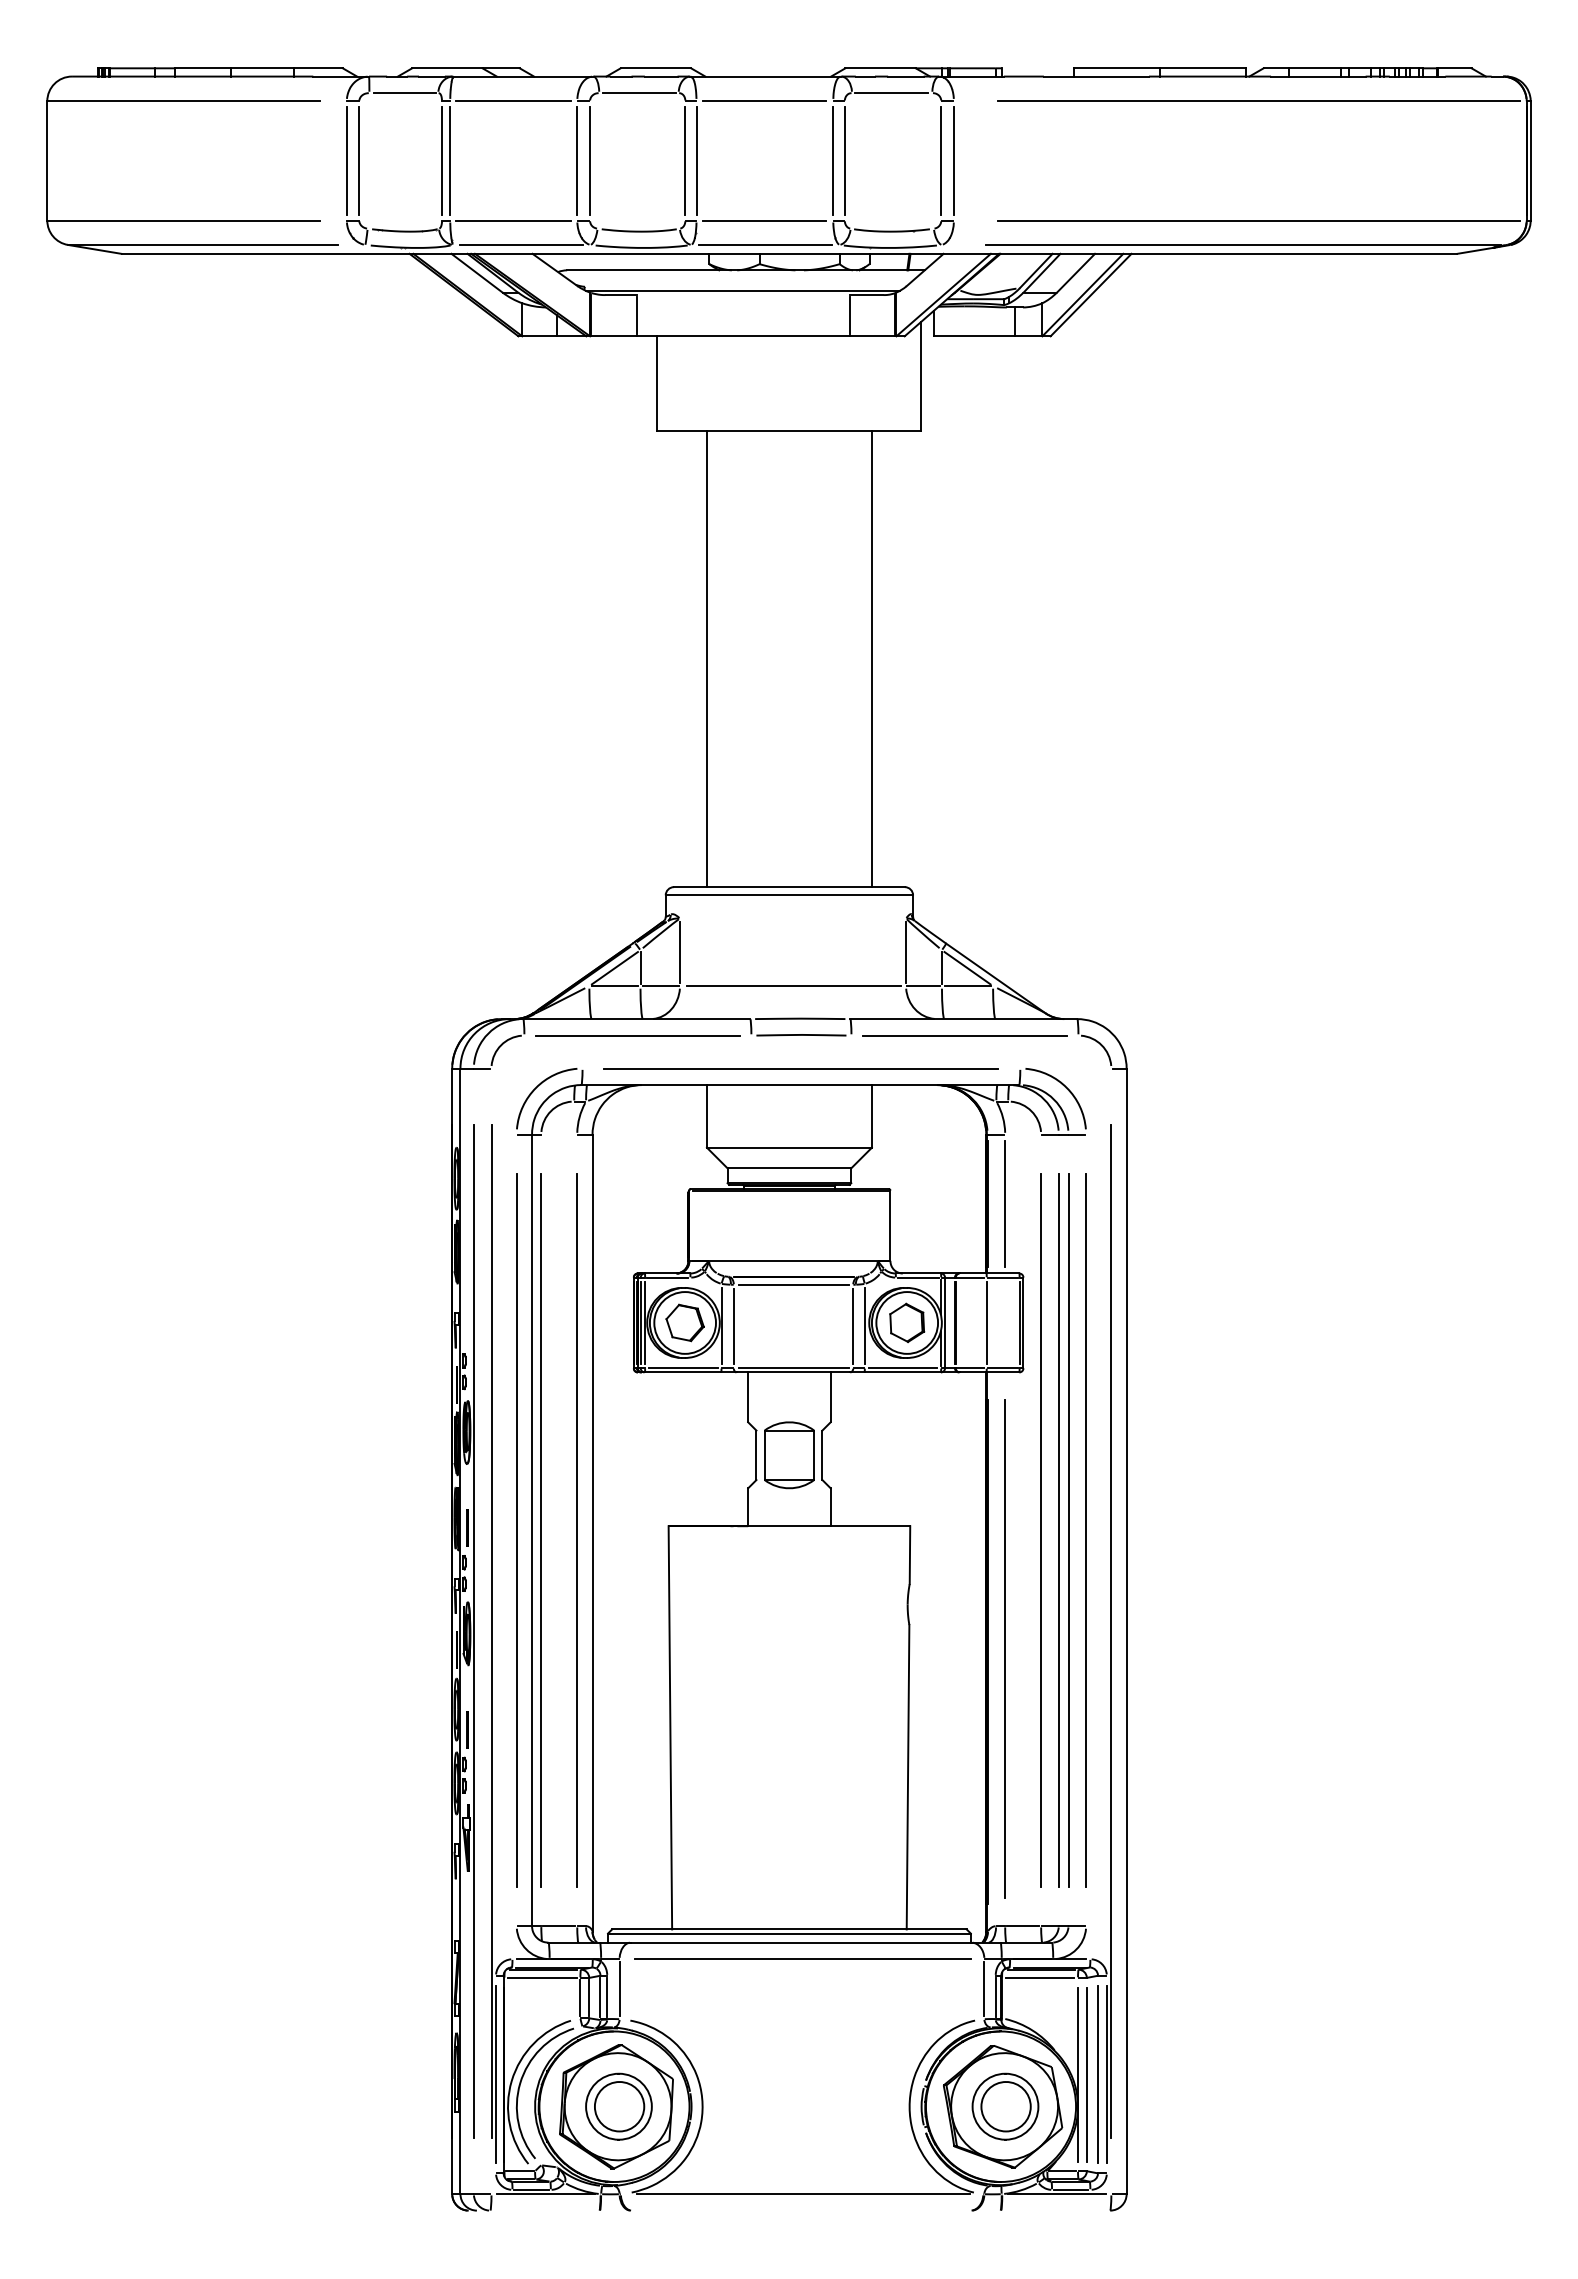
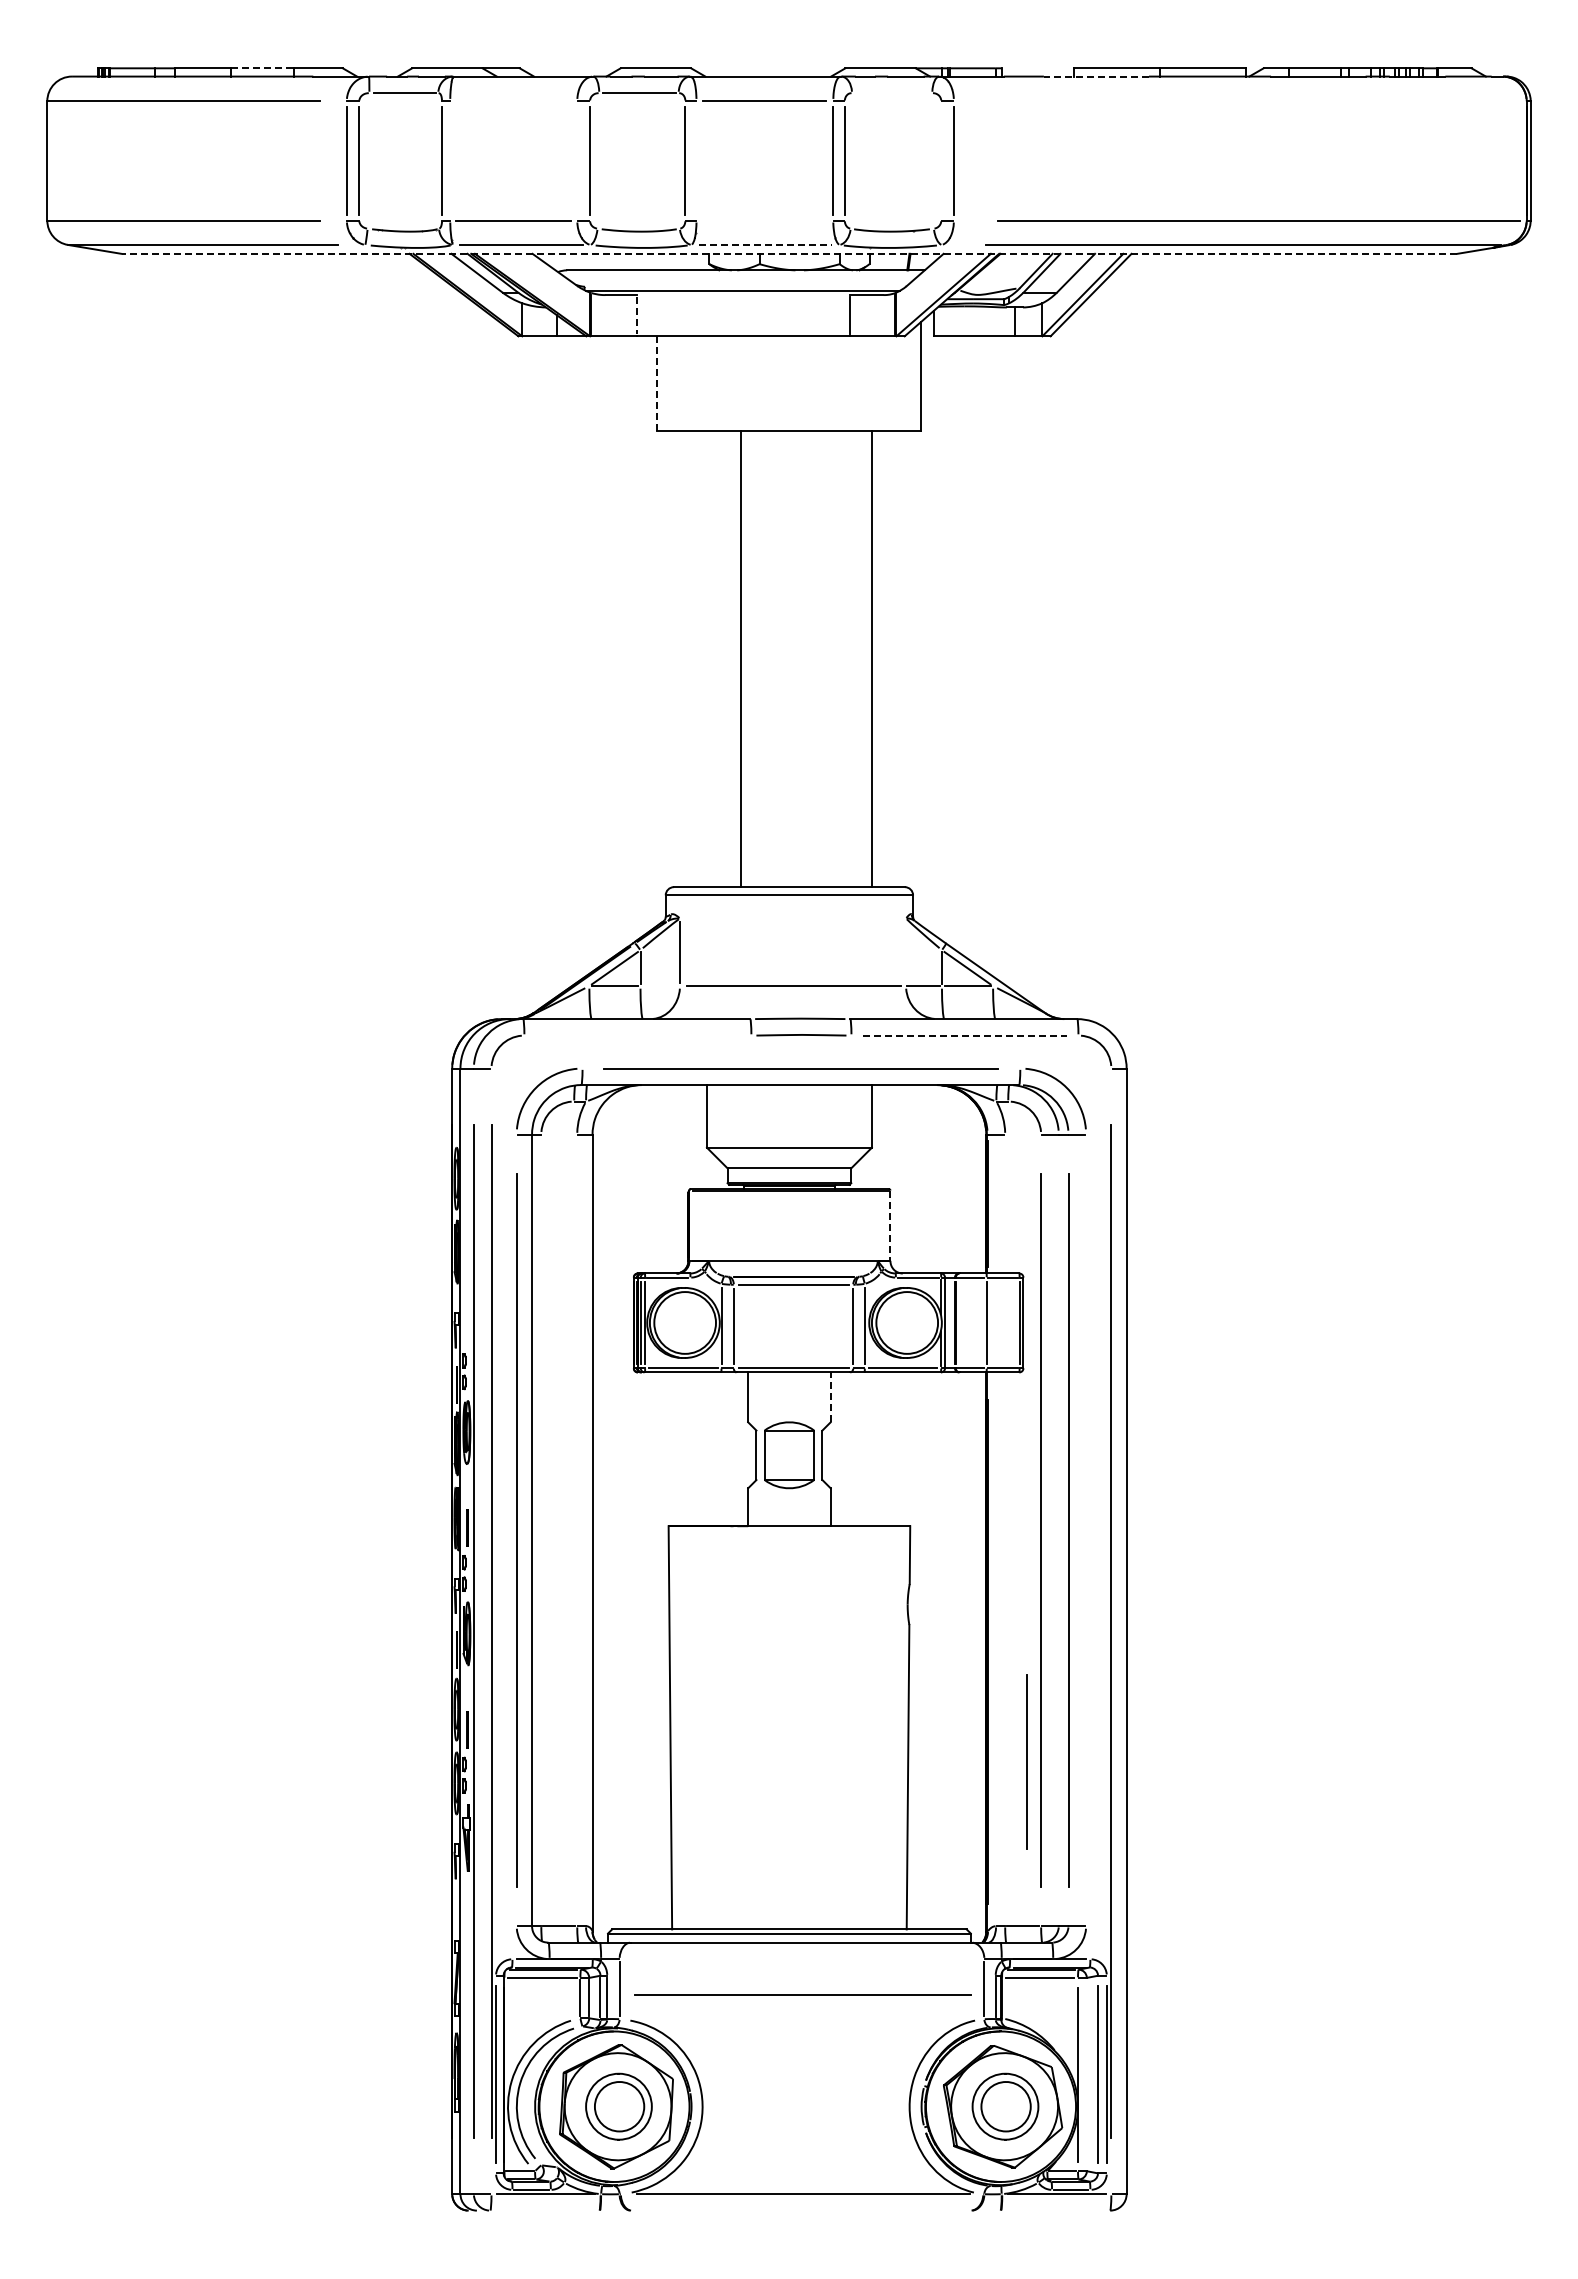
line at (262, 68): solid -> dashed
line at (1096, 76): solid -> dashed
line at (891, 93): present -> none
line at (513, 101): present -> none
line at (1259, 101): present -> none
line at (450, 160): present -> none
line at (577, 160): present -> none
line at (696, 160): present -> none
line at (941, 160): present -> none
line at (764, 220): present -> none
line at (765, 244): solid -> dashed
line at (789, 253): solid -> dashed
line at (637, 315): solid -> dashed
line at (657, 383): solid -> dashed
line at (706, 659) position: (706, 659) -> (740, 659)
line at (906, 951): present -> none
line at (660, 986): present -> none
line at (637, 1035): present -> none
line at (965, 1035): solid -> dashed
line at (1005, 1203): present -> none
line at (890, 1226): solid -> dashed
part at (684, 1322): present -> none
part at (907, 1322): present -> none
line at (830, 1397): solid -> dashed
line at (541, 1530): present -> none
line at (577, 1530): present -> none
line at (1058, 1530): present -> none
line at (1085, 1530): present -> none
line at (1005, 1649): present -> none
line at (802, 1958) position: (802, 1958) -> (802, 1994)
line at (1086, 2074) position: (1086, 2074) -> (1026, 1761)
